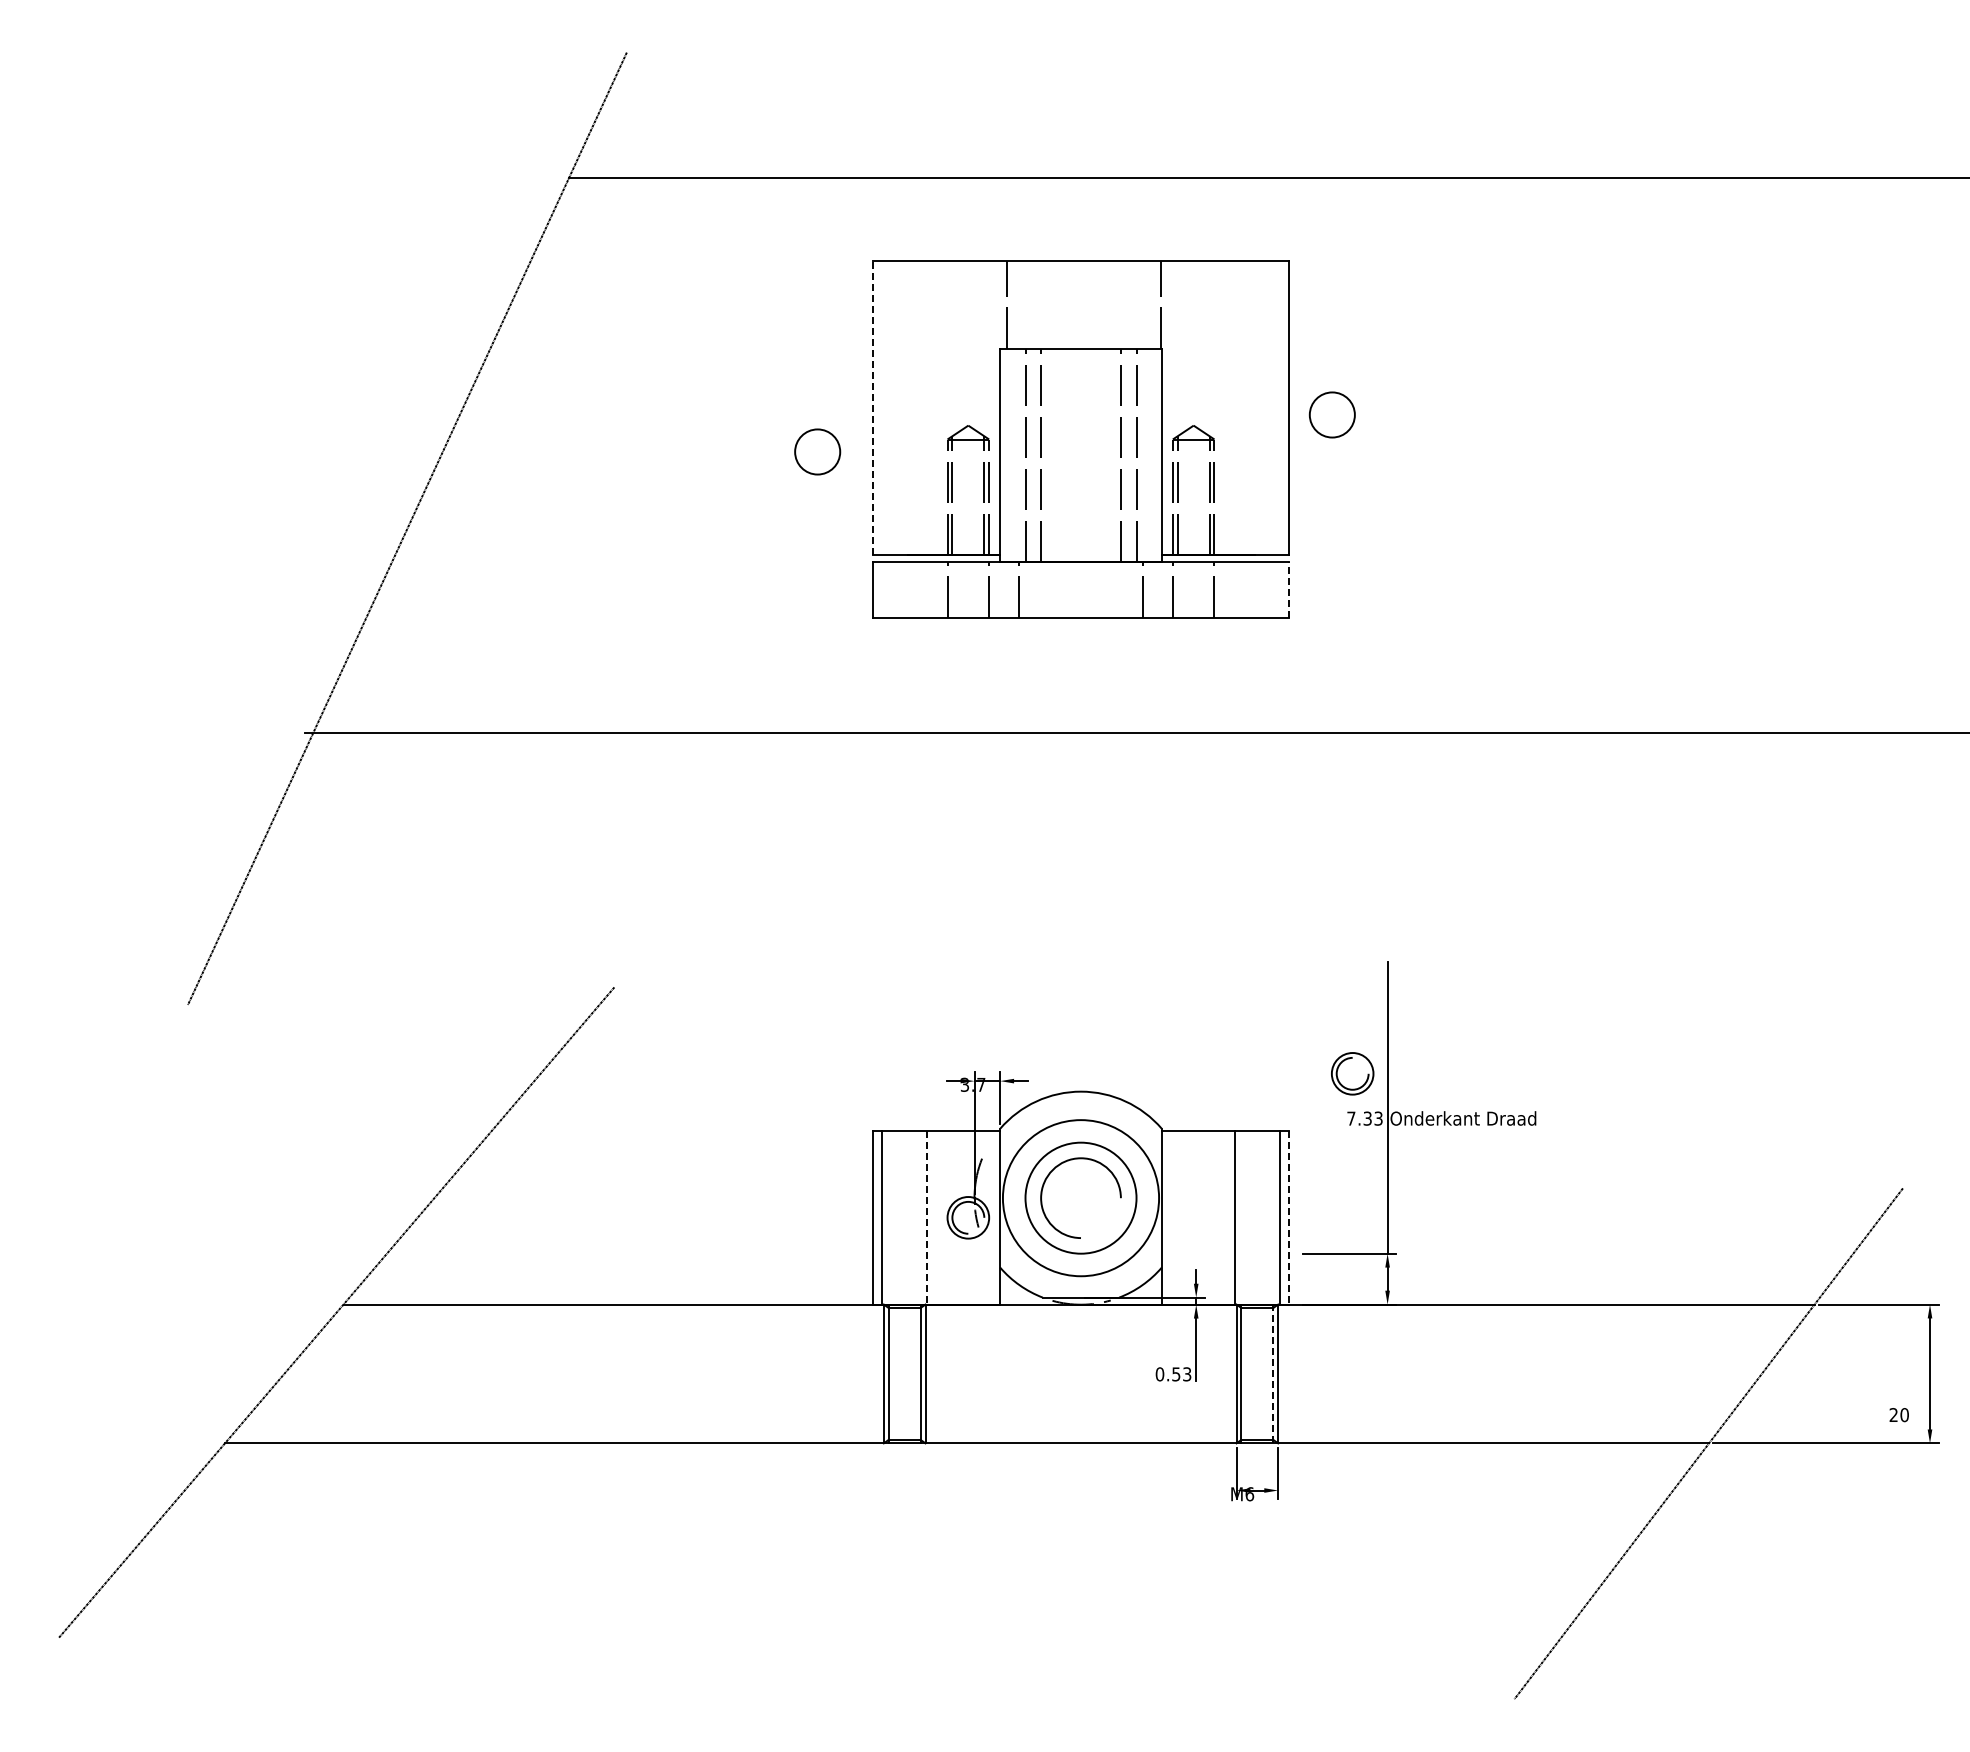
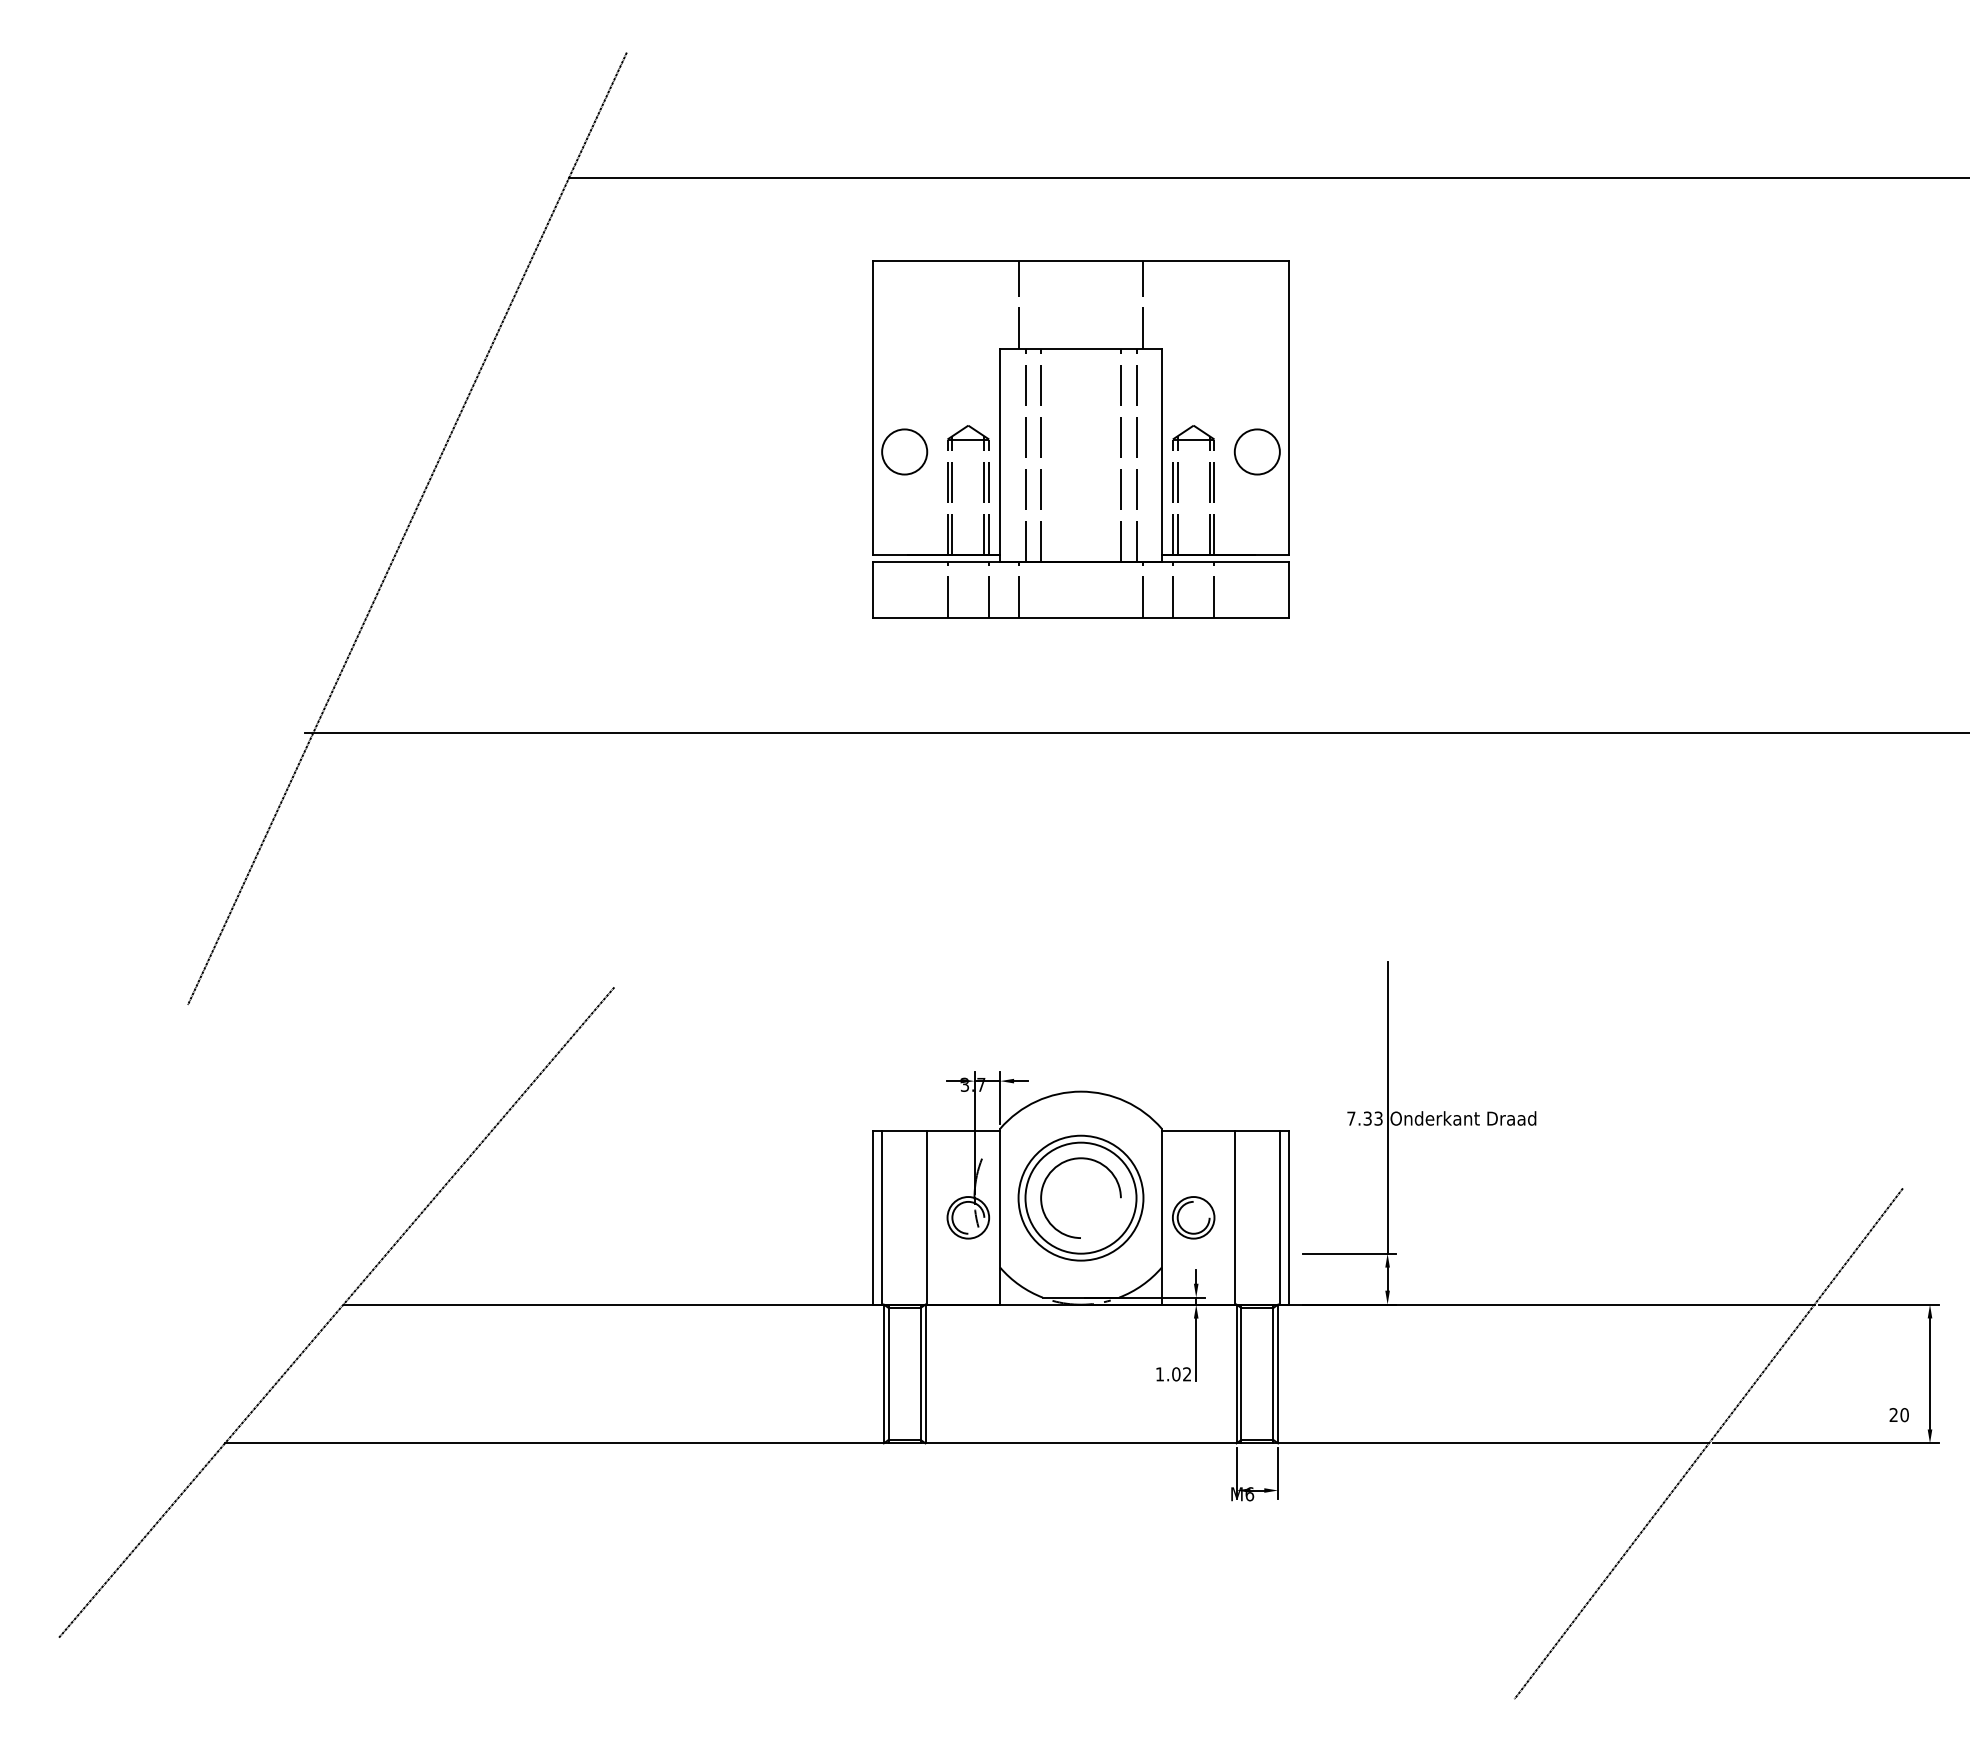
line at (1006, 304) position: (1006, 304) -> (1018, 304)
line at (1161, 304) position: (1161, 304) -> (1143, 304)
line at (872, 407): dashed -> solid
circle at (1331, 414) position: (1331, 414) -> (1256, 451)
circle at (817, 451) position: (817, 451) -> (904, 451)
line at (1289, 590): dashed -> solid
part at (1352, 1073) position: (1352, 1073) -> (1193, 1217)
circle at (1080, 1198) diameter: 156 px -> 125 px
line at (927, 1217): dashed -> solid
line at (1289, 1217): dashed -> solid
line at (1273, 1373): dashed -> solid
text at (1173, 1374): 0.53 -> 1.02
